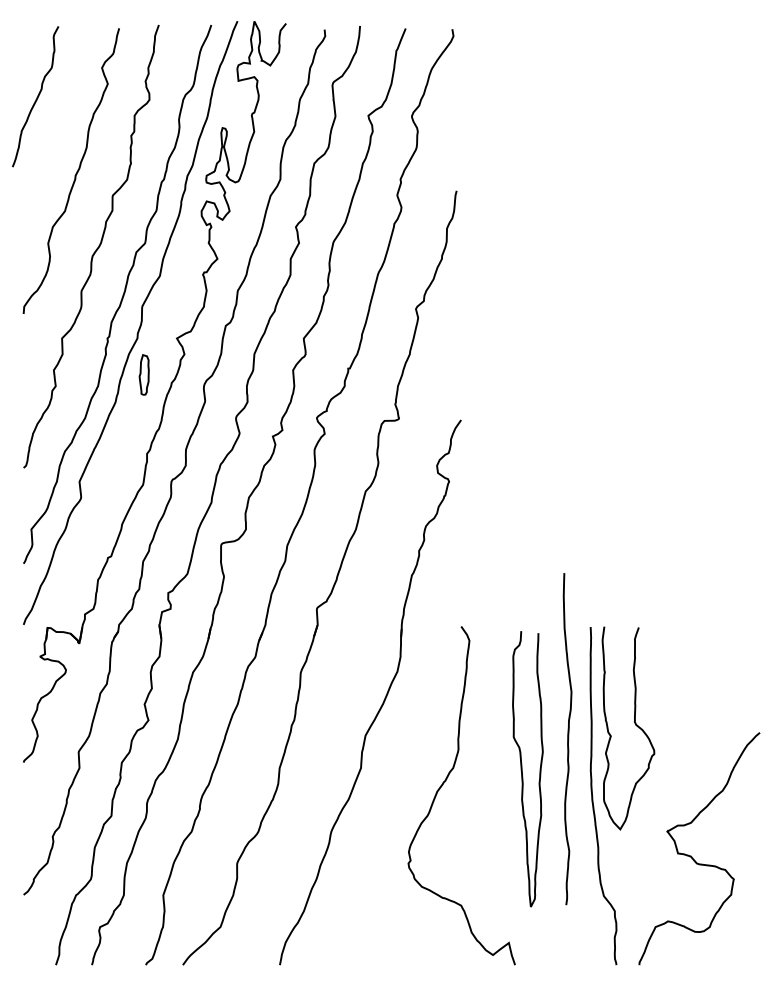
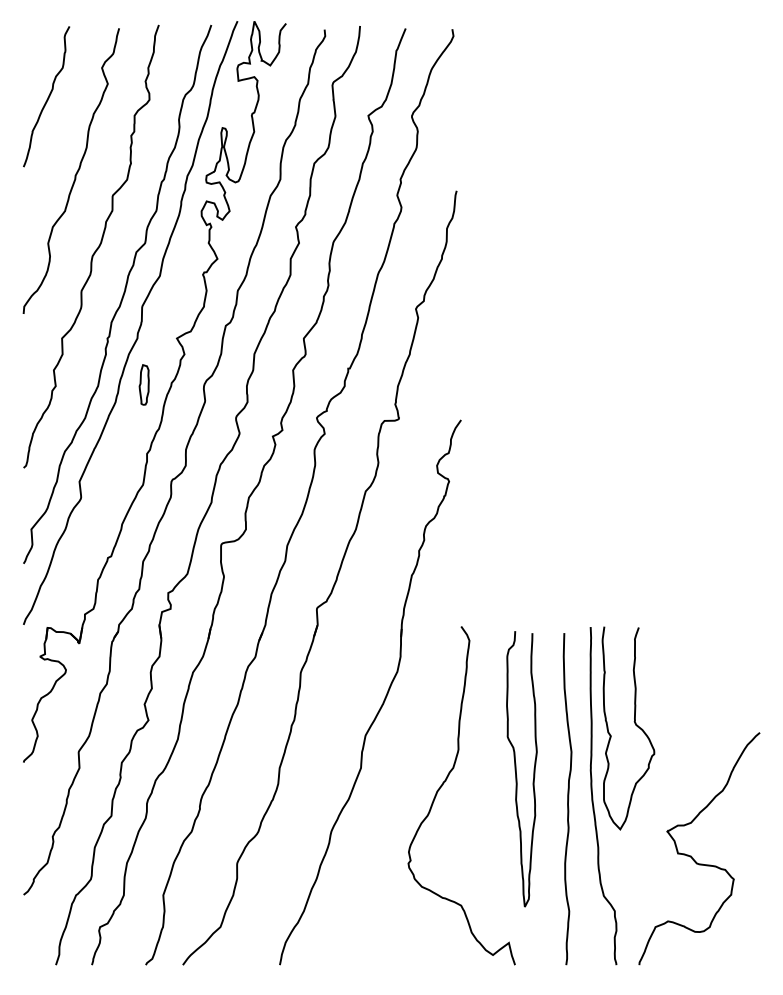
curve at (36, 97) position: (36, 97) -> (47, 97)
part at (143, 374) position: (143, 374) -> (143, 384)
curve at (567, 739) position: (567, 739) -> (567, 799)
curve at (522, 769) position: (522, 769) -> (516, 769)
